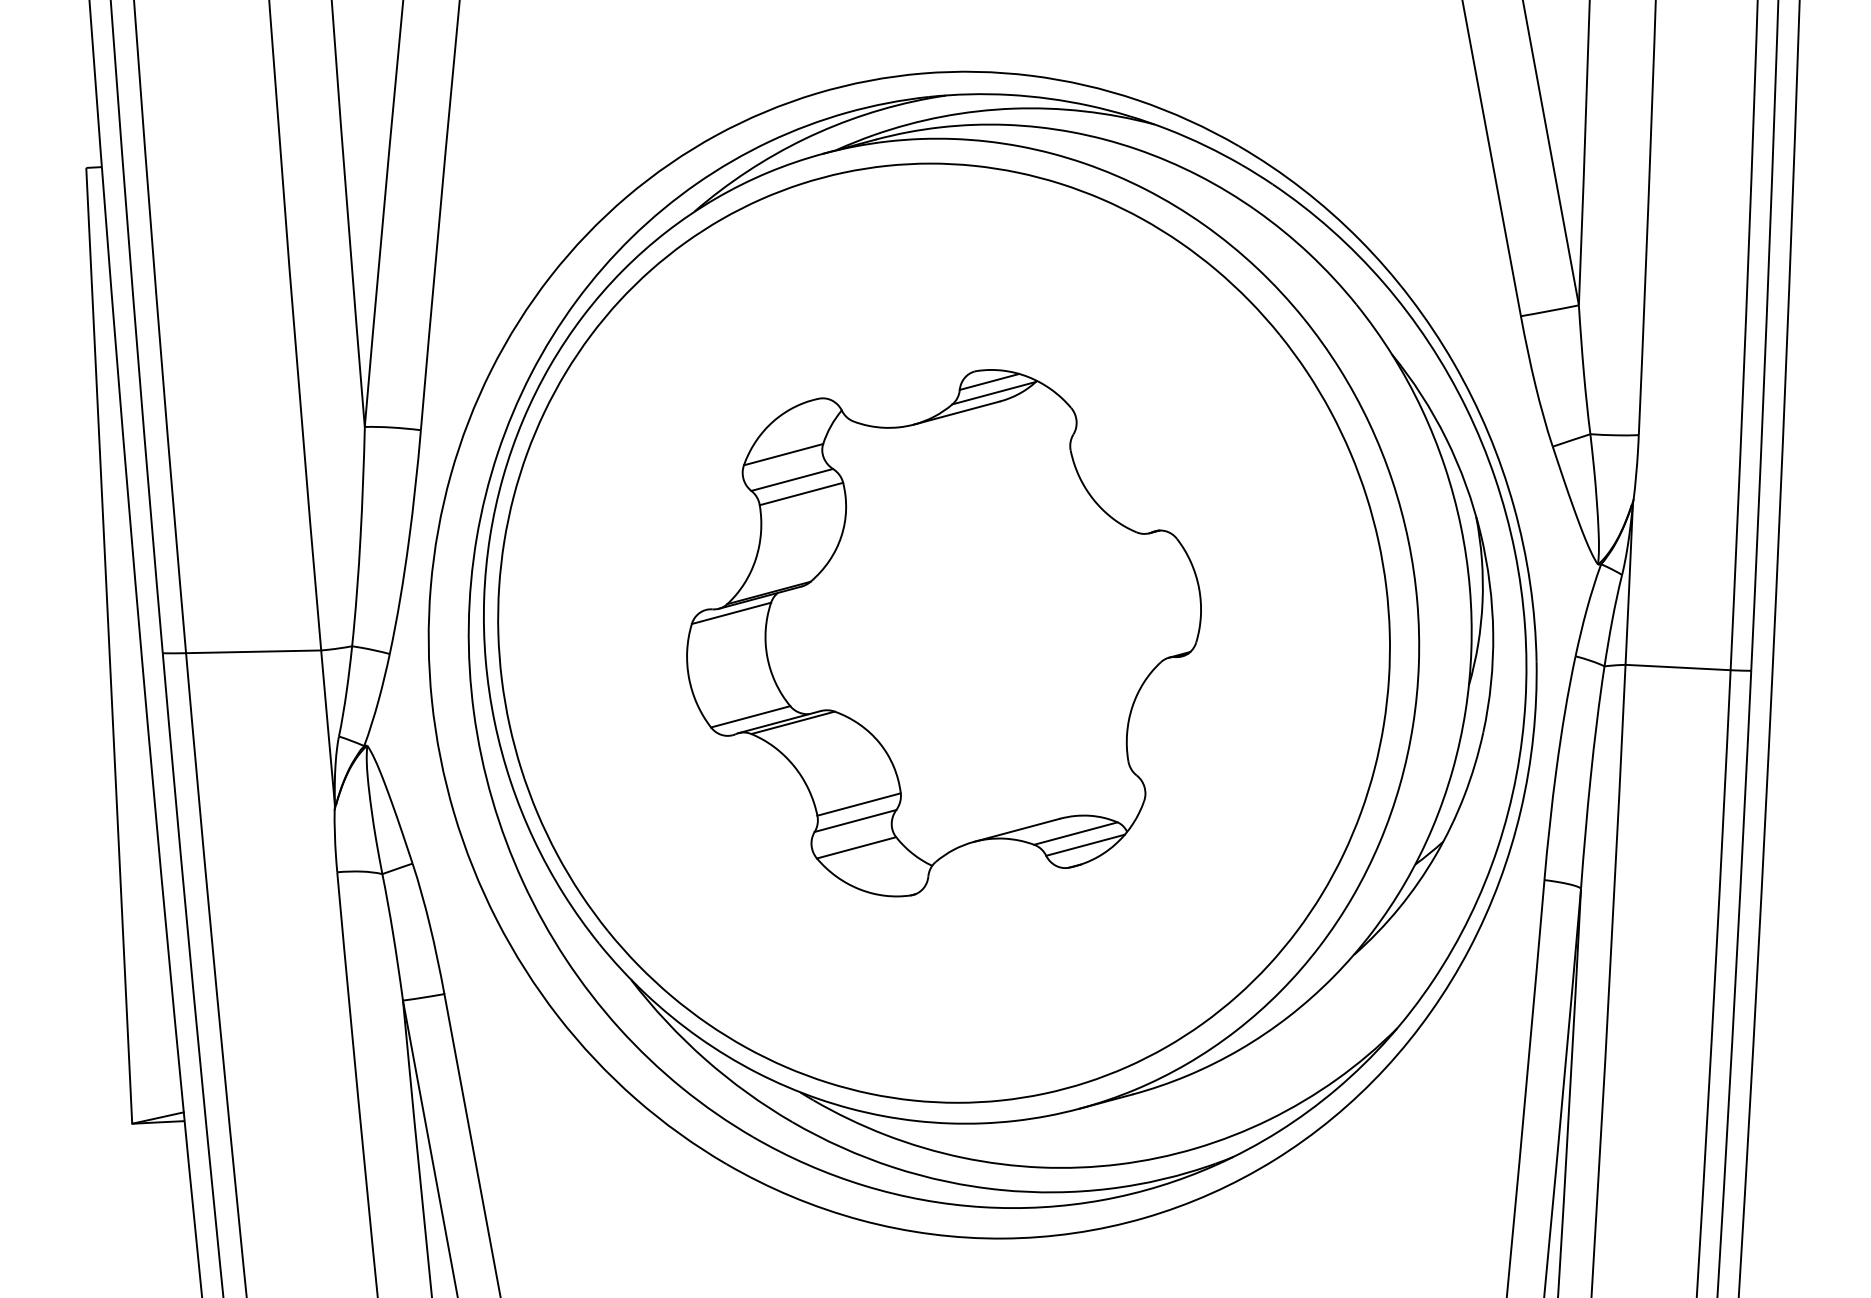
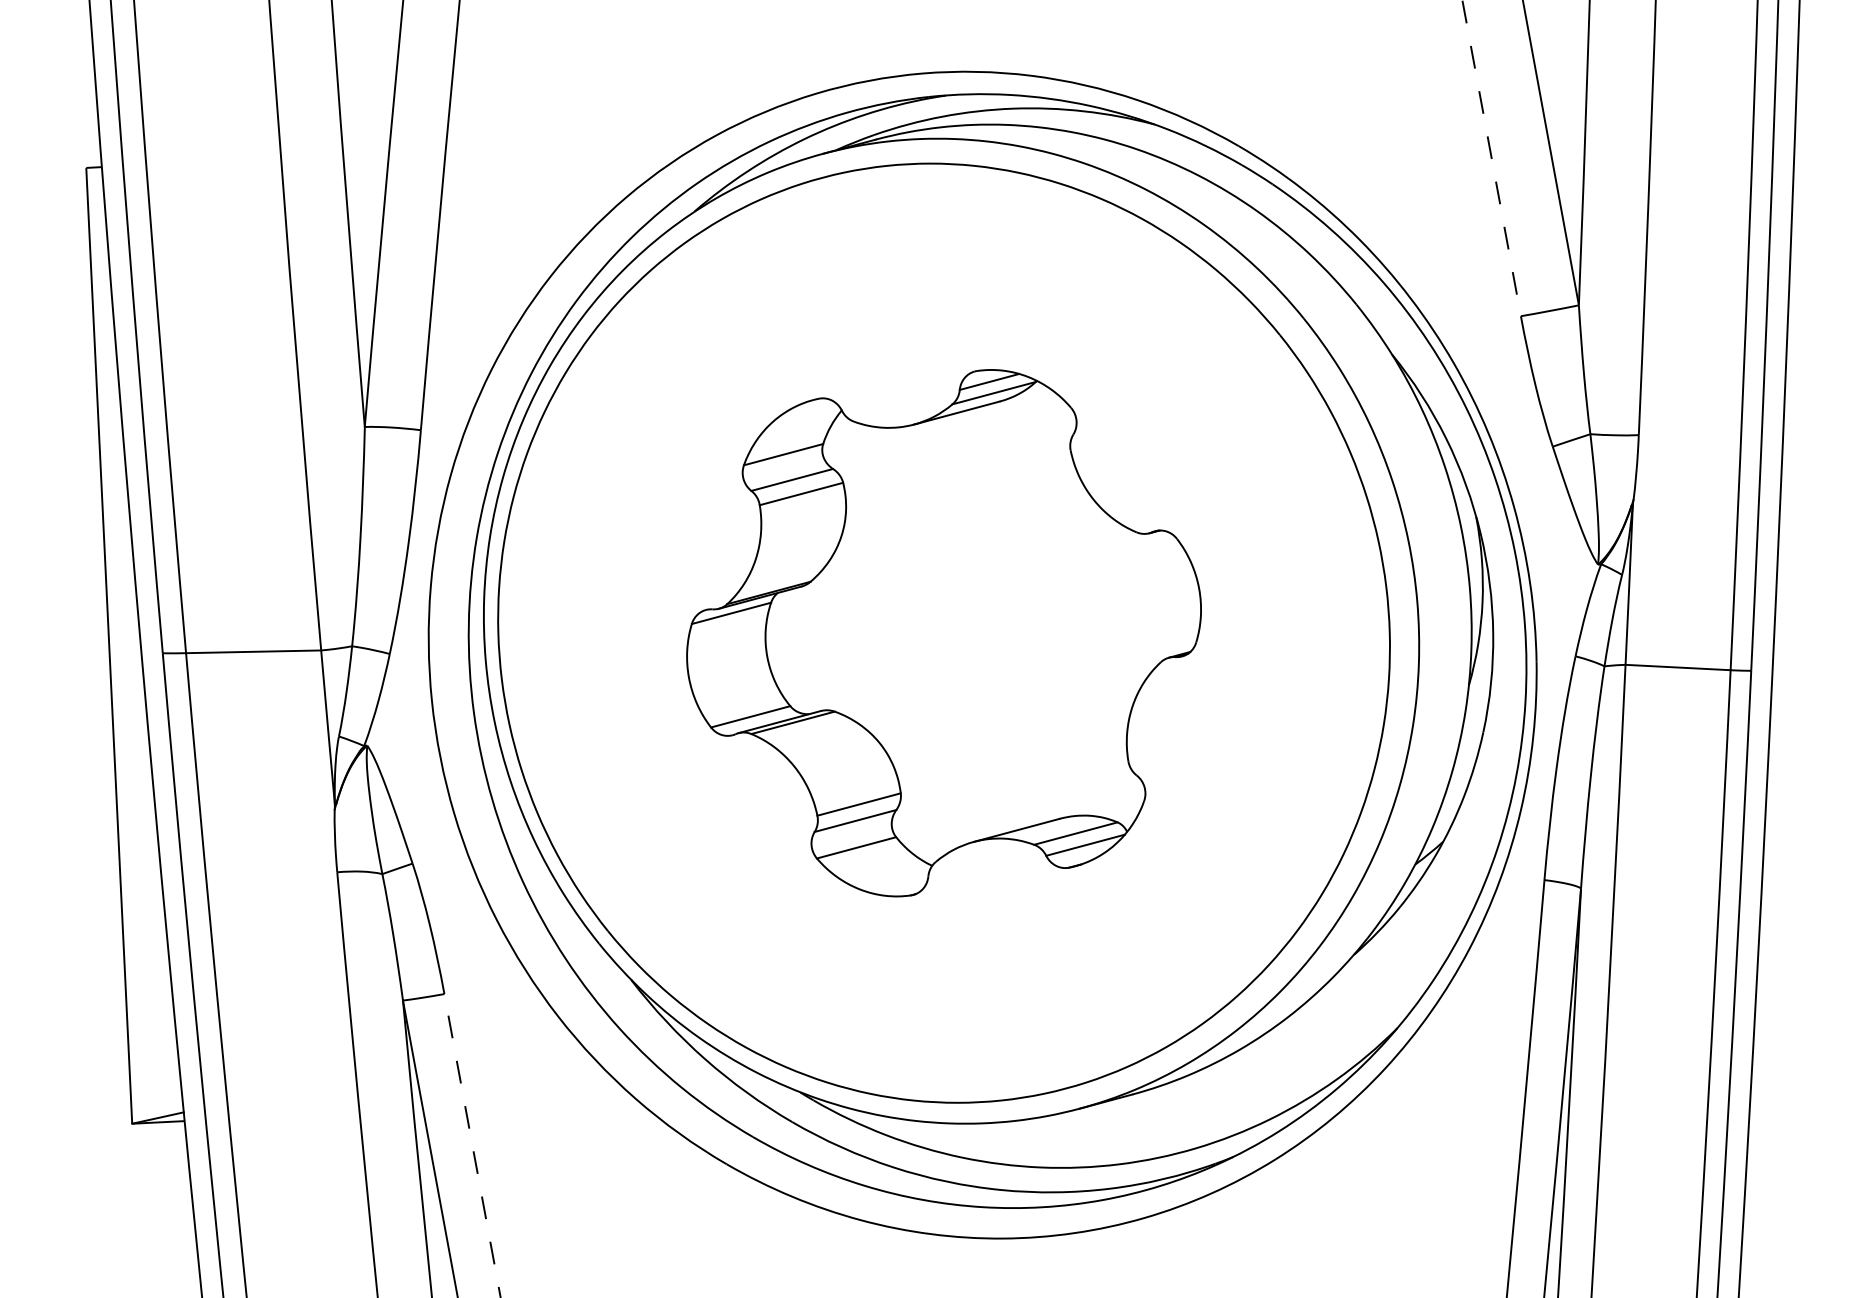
line at (1491, 158): solid -> dashed
line at (472, 1145): solid -> dashed
